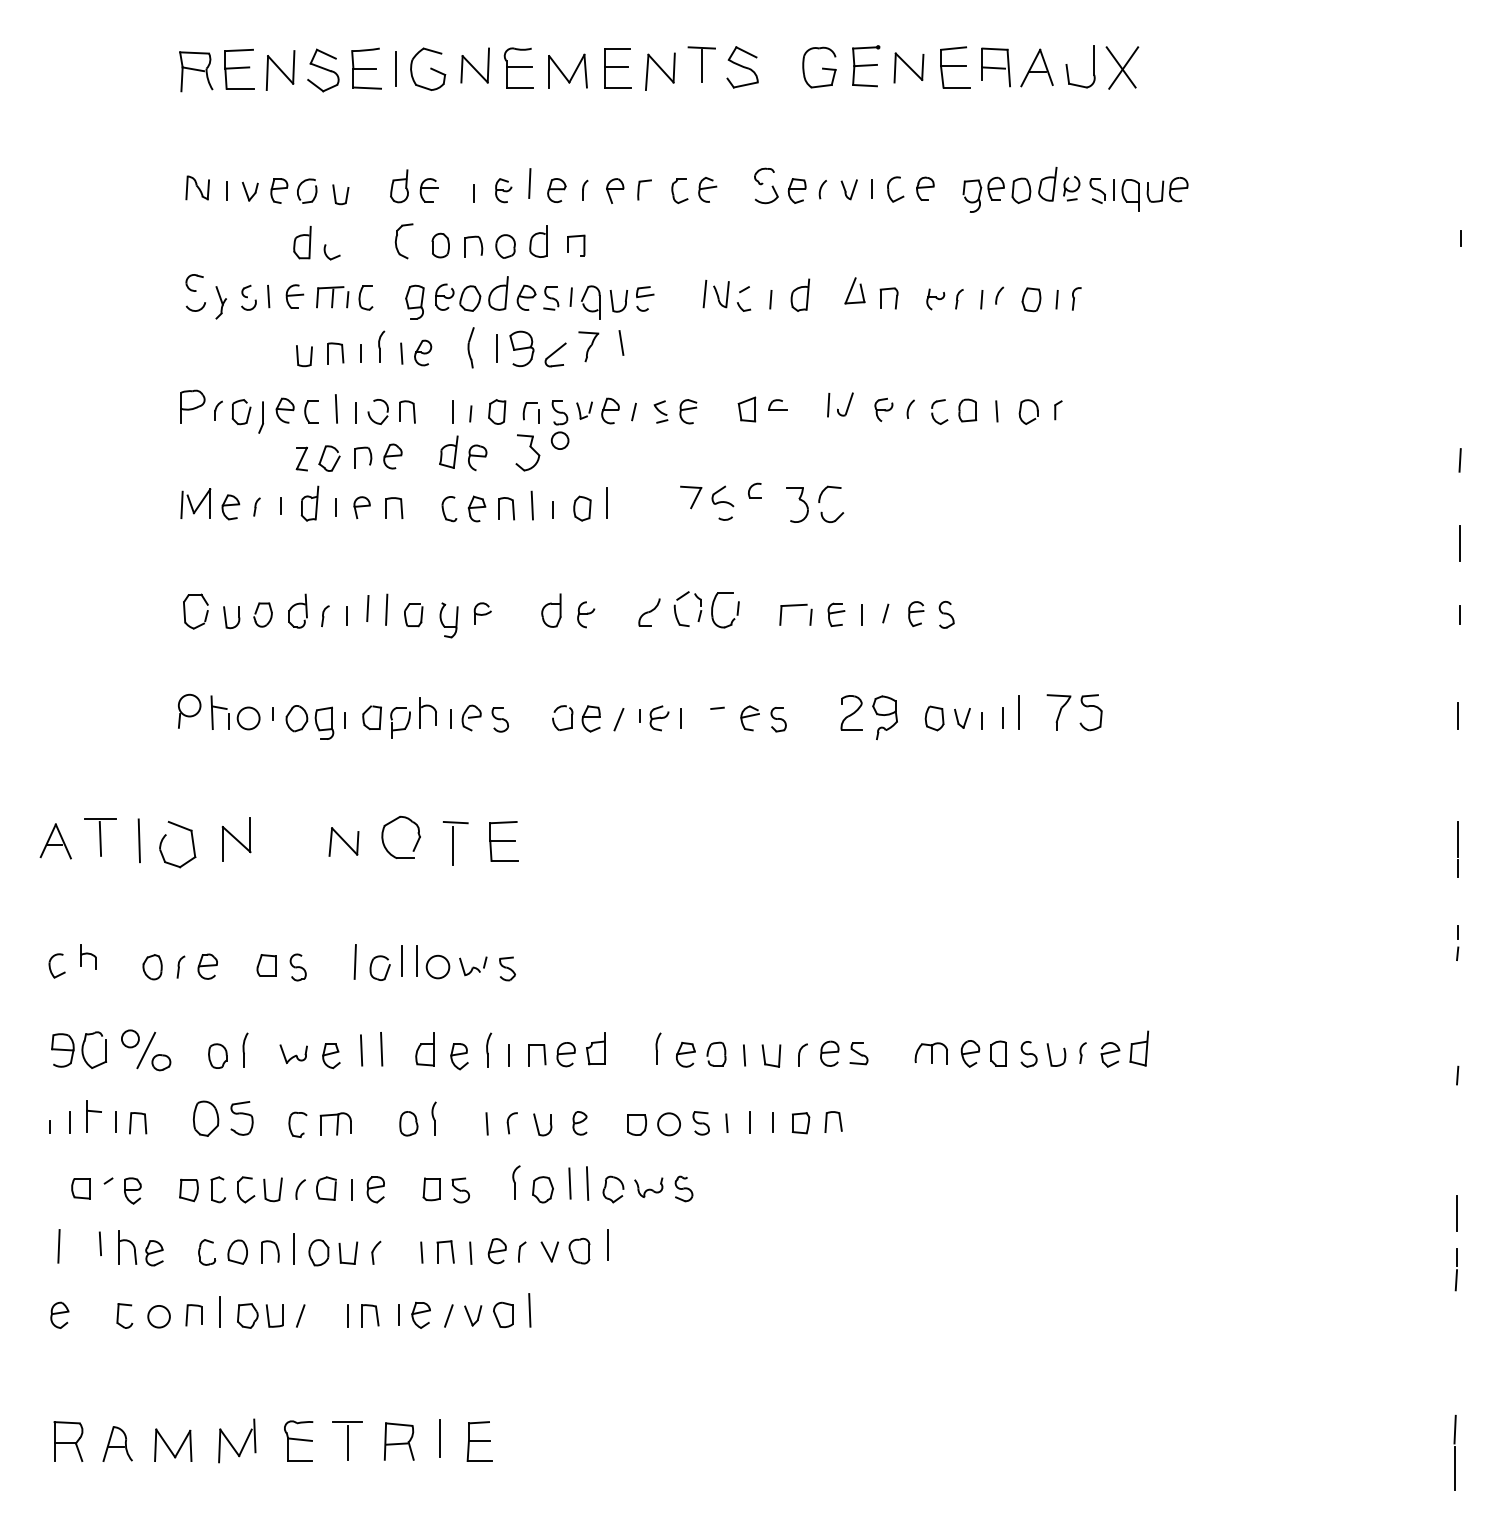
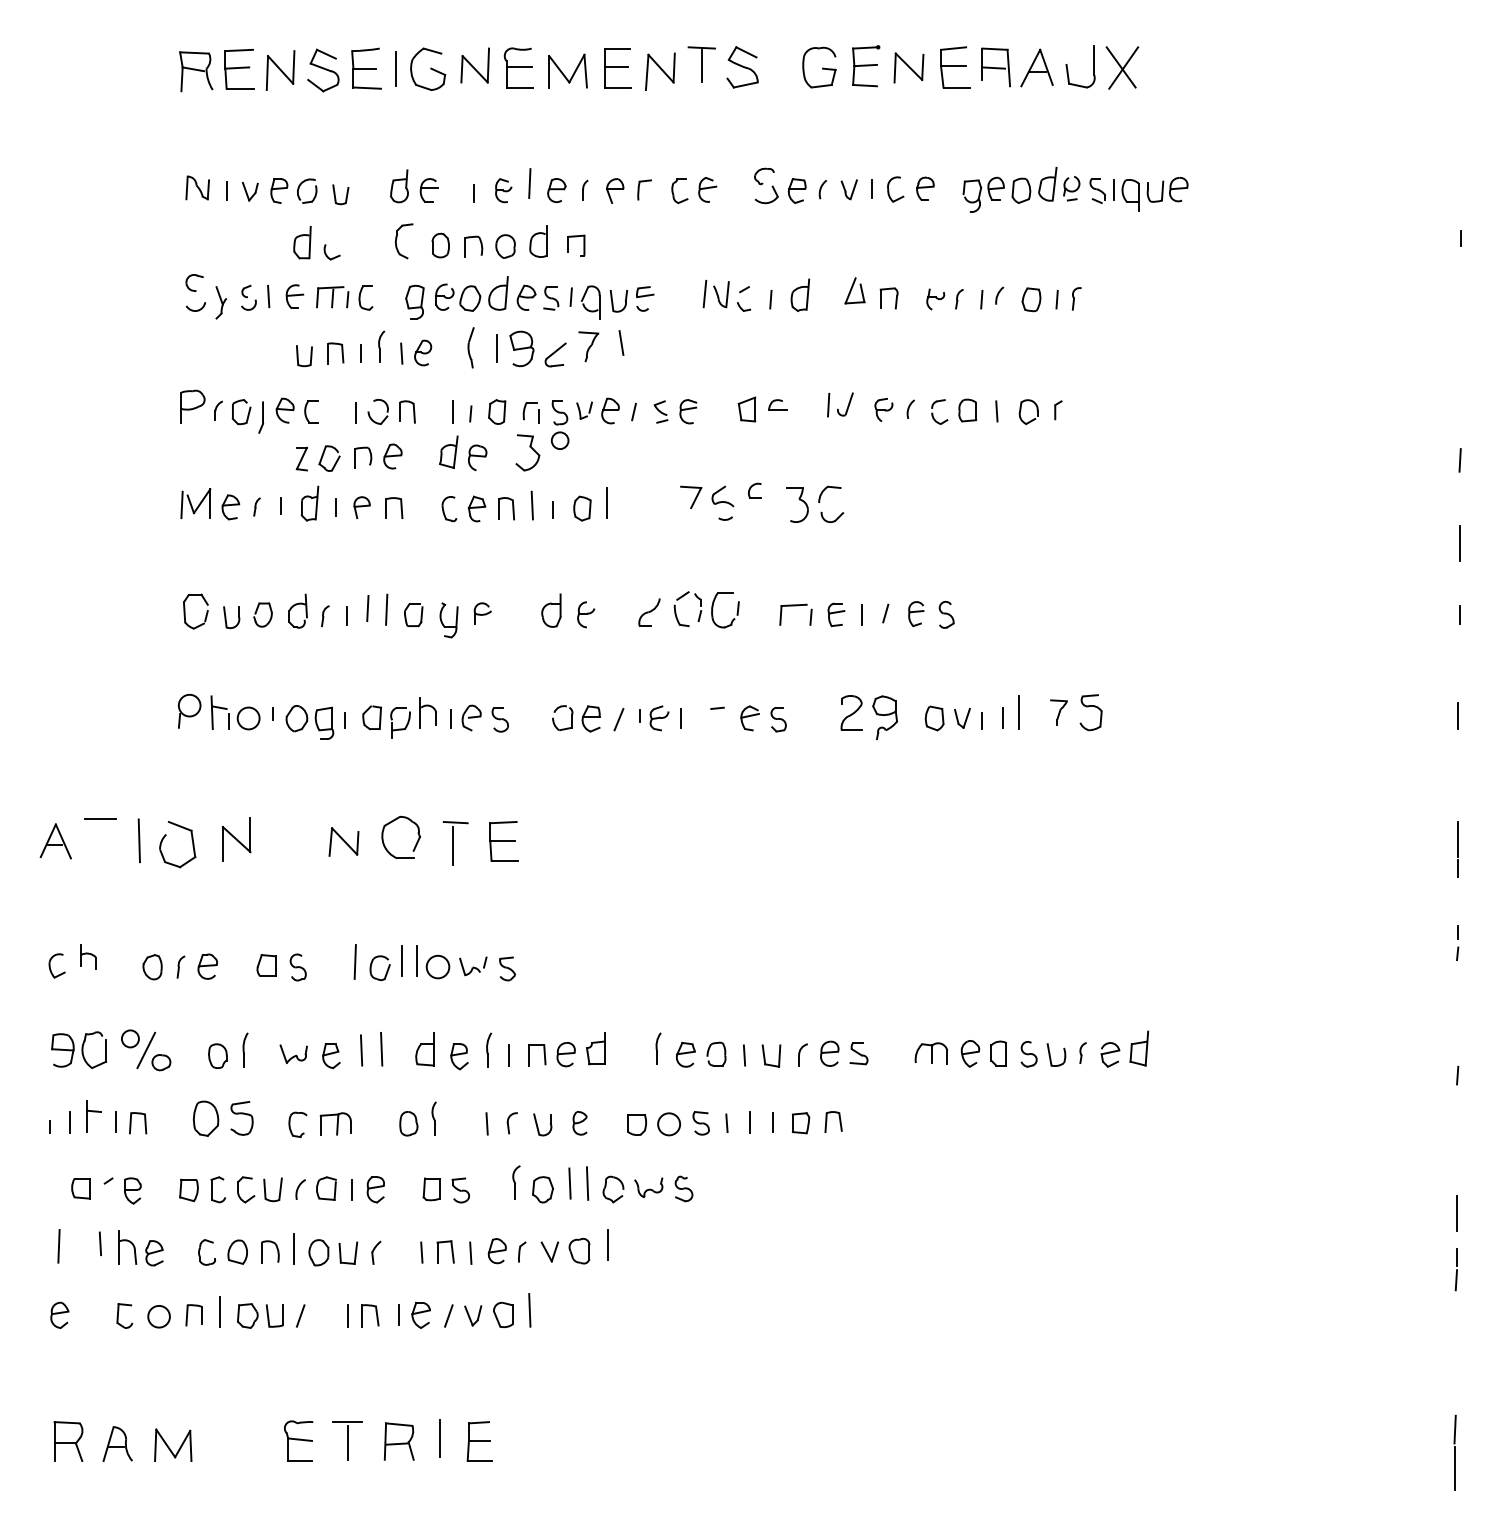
line at (336, 408): present -> none
part at (1058, 712) size: 26x37 px -> 18x27 px
line at (100, 838): present -> none
part at (232, 1444): present -> none
